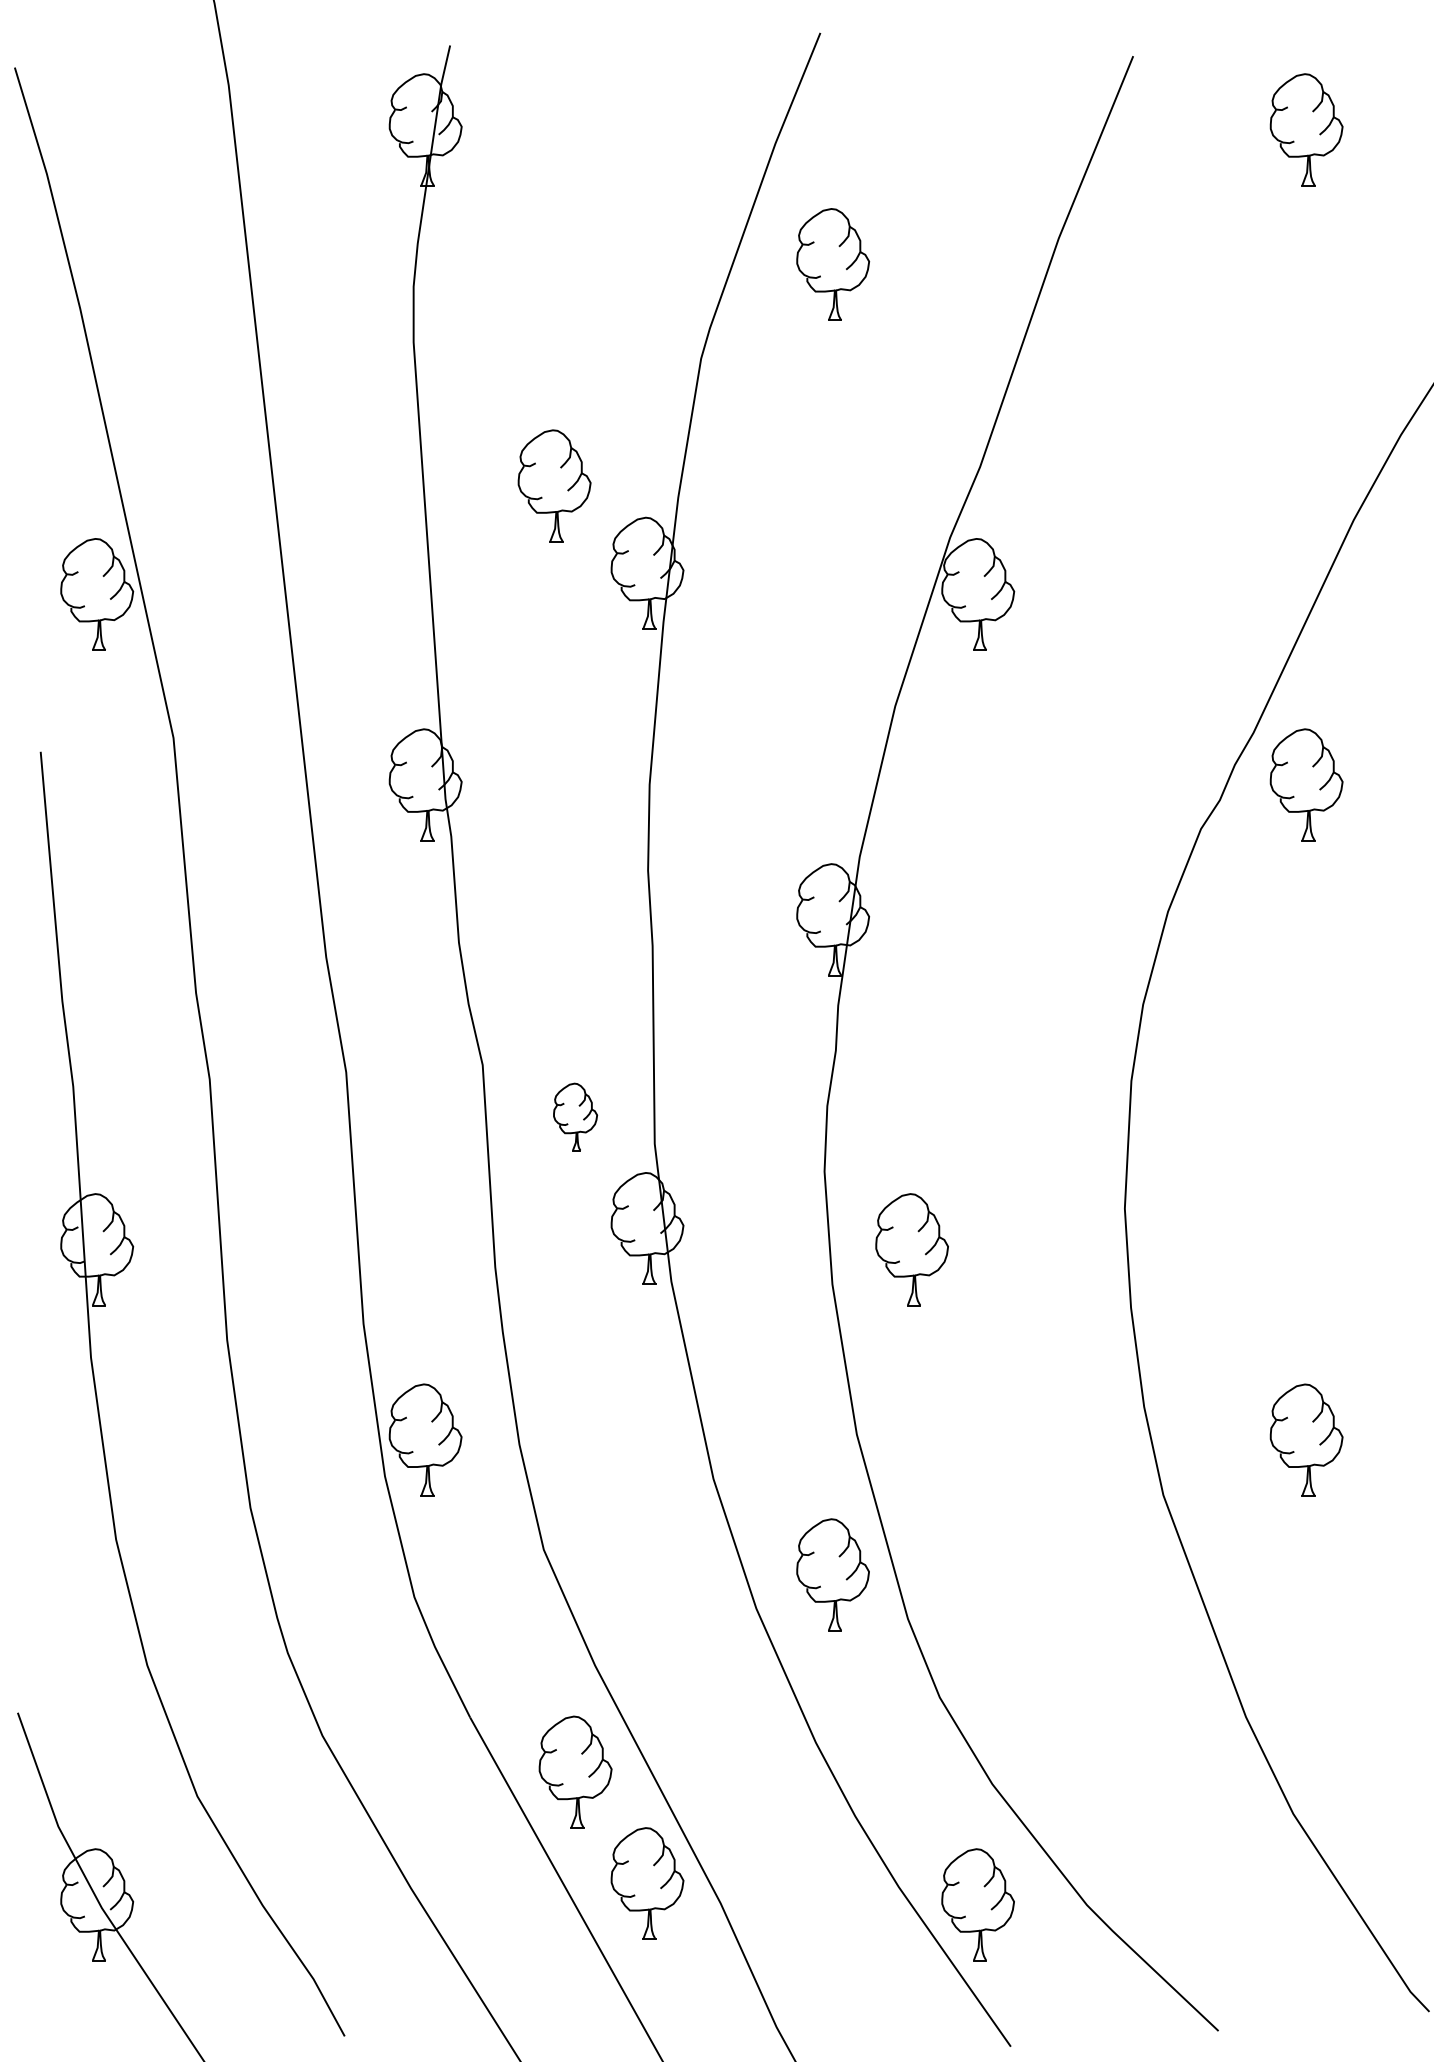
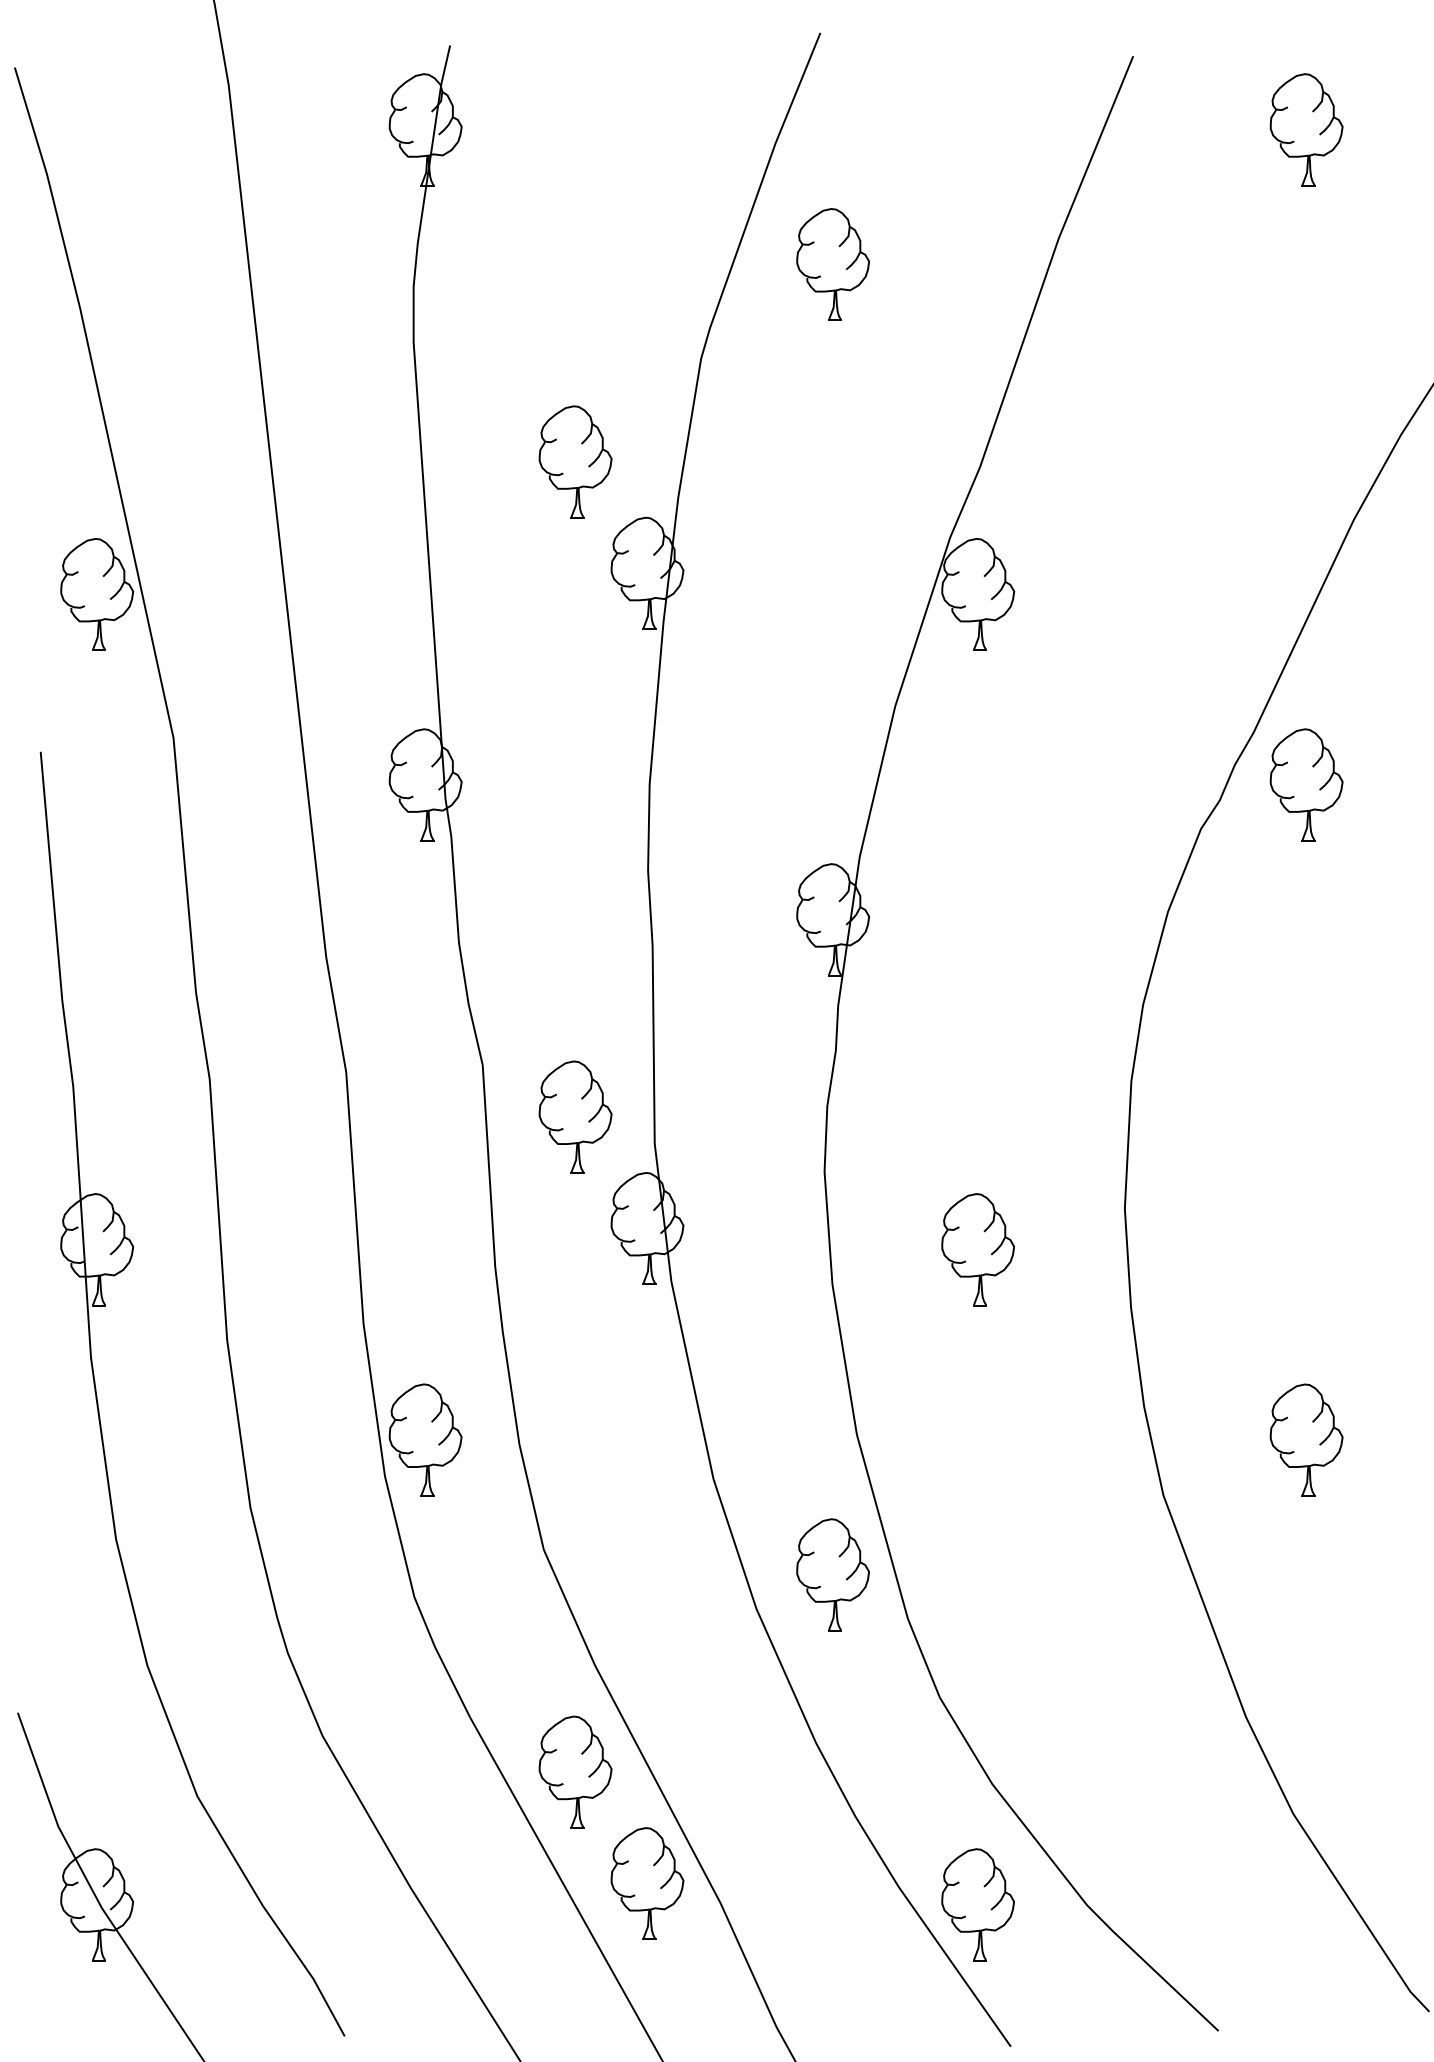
part at (554, 485) position: (554, 485) -> (575, 461)
part at (575, 1116) size: 46x70 px -> 75x114 px
part at (911, 1249) position: (911, 1249) -> (977, 1249)
